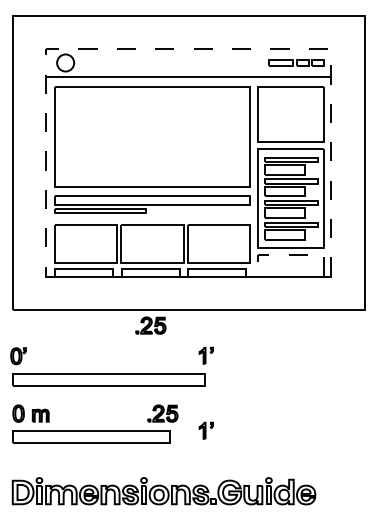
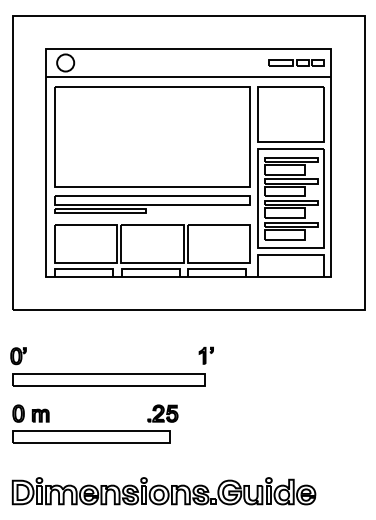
line at (188, 49): dashed -> solid
line at (290, 254): dashed -> solid
part at (150, 325): present -> none
part at (205, 430): present -> none
